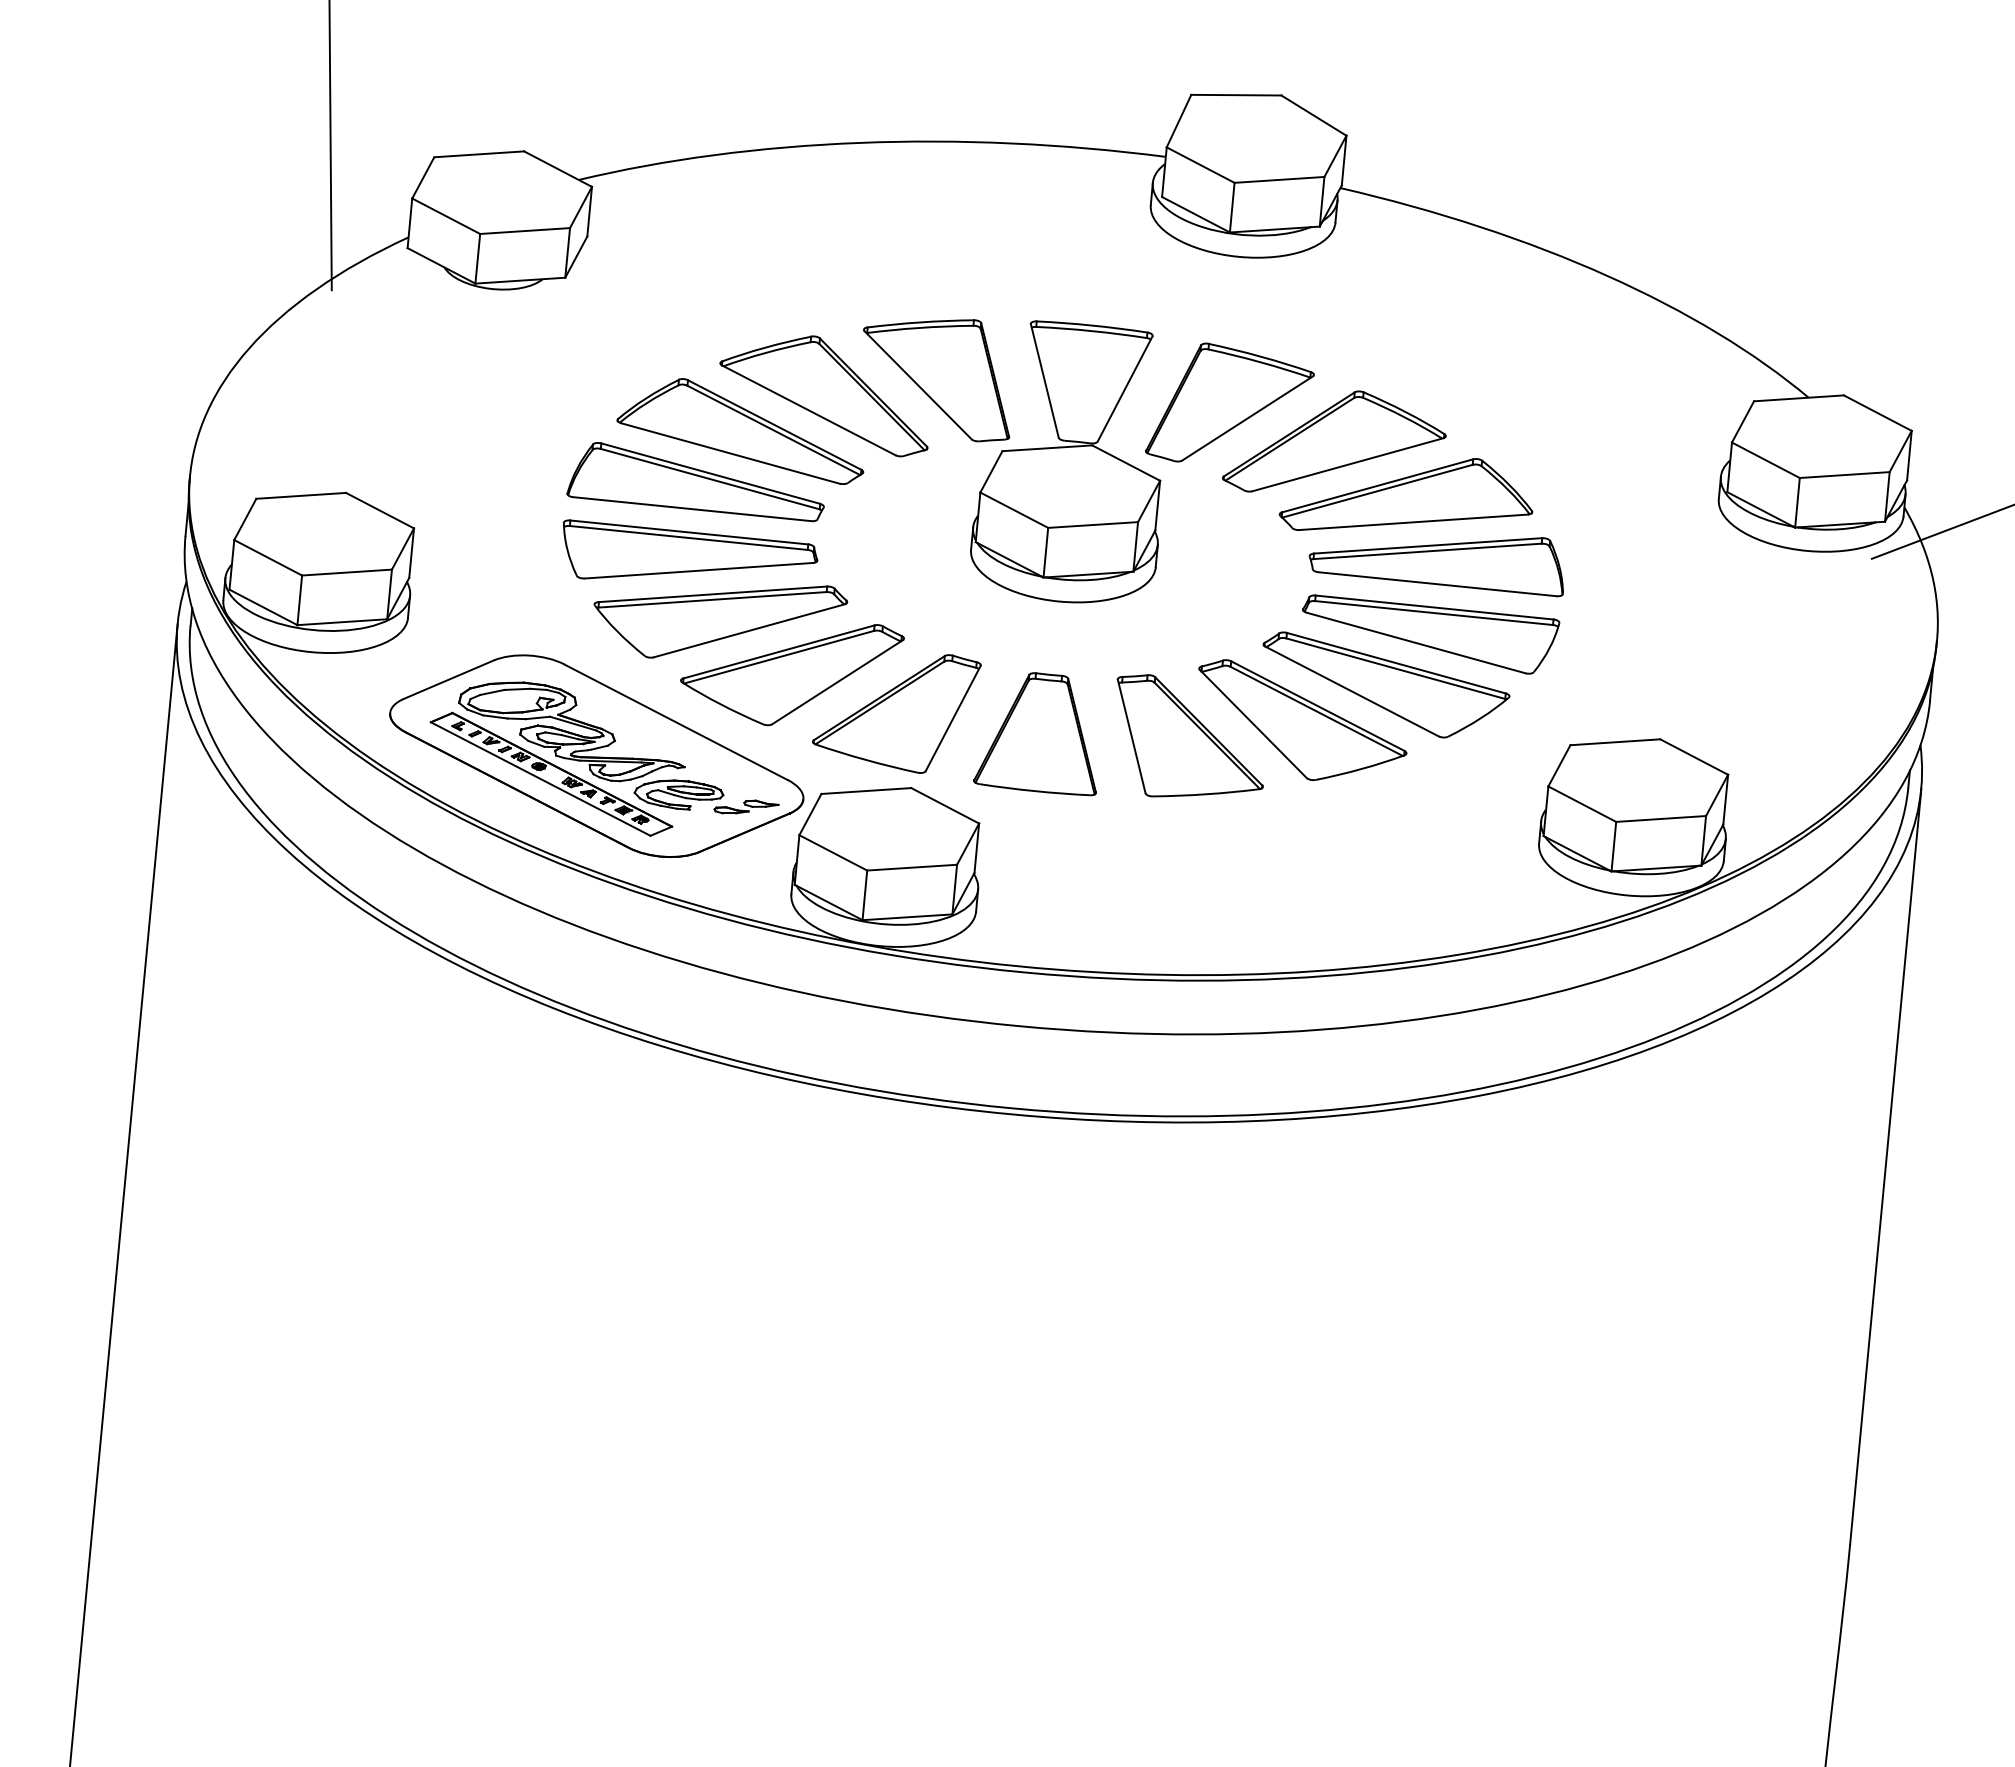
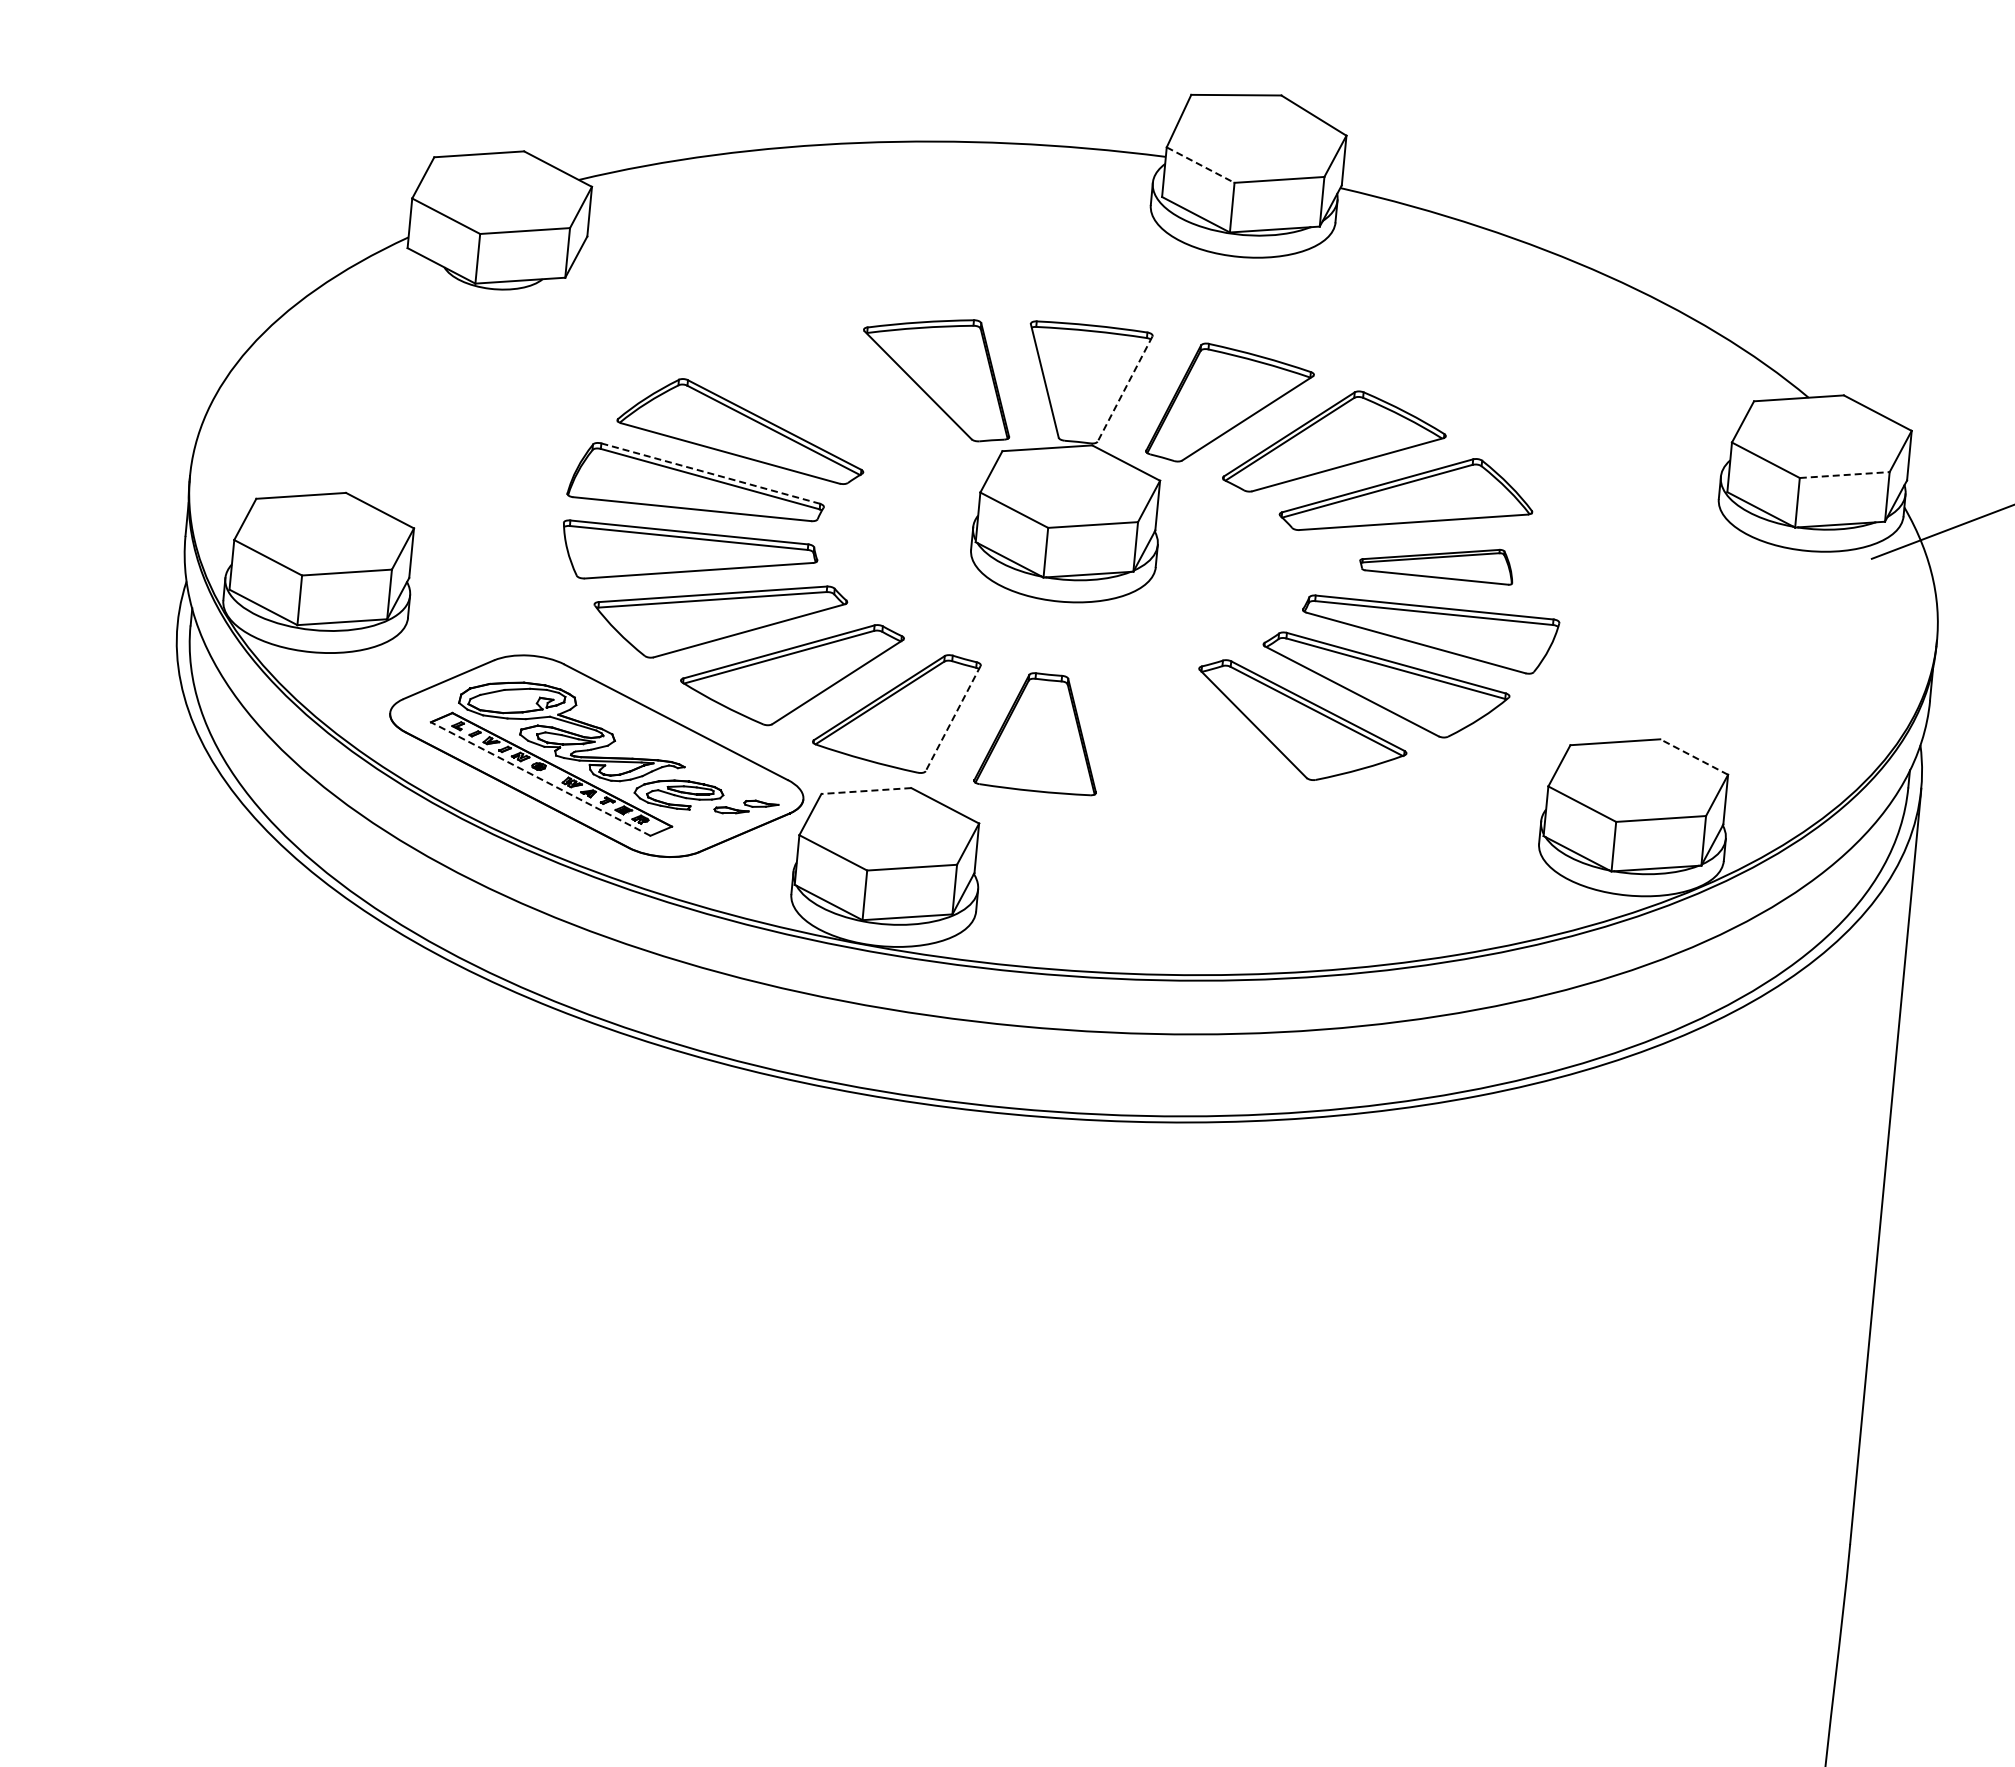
line at (330, 146): present -> none
line at (1201, 165): solid -> dashed
line at (1124, 389): solid -> dashed
part at (823, 396): present -> none
line at (710, 473): solid -> dashed
line at (1845, 475): solid -> dashed
part at (1435, 567) size: 256x61 px -> 155x38 px
line at (952, 719): solid -> dashed
part at (1189, 735): present -> none
line at (1693, 756): solid -> dashed
line at (540, 779): solid -> dashed
line at (865, 791): solid -> dashed
line at (123, 1193): present -> none
